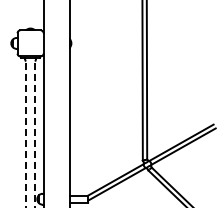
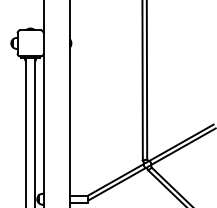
line at (25, 132): dashed -> solid
line at (35, 132): dashed -> solid
